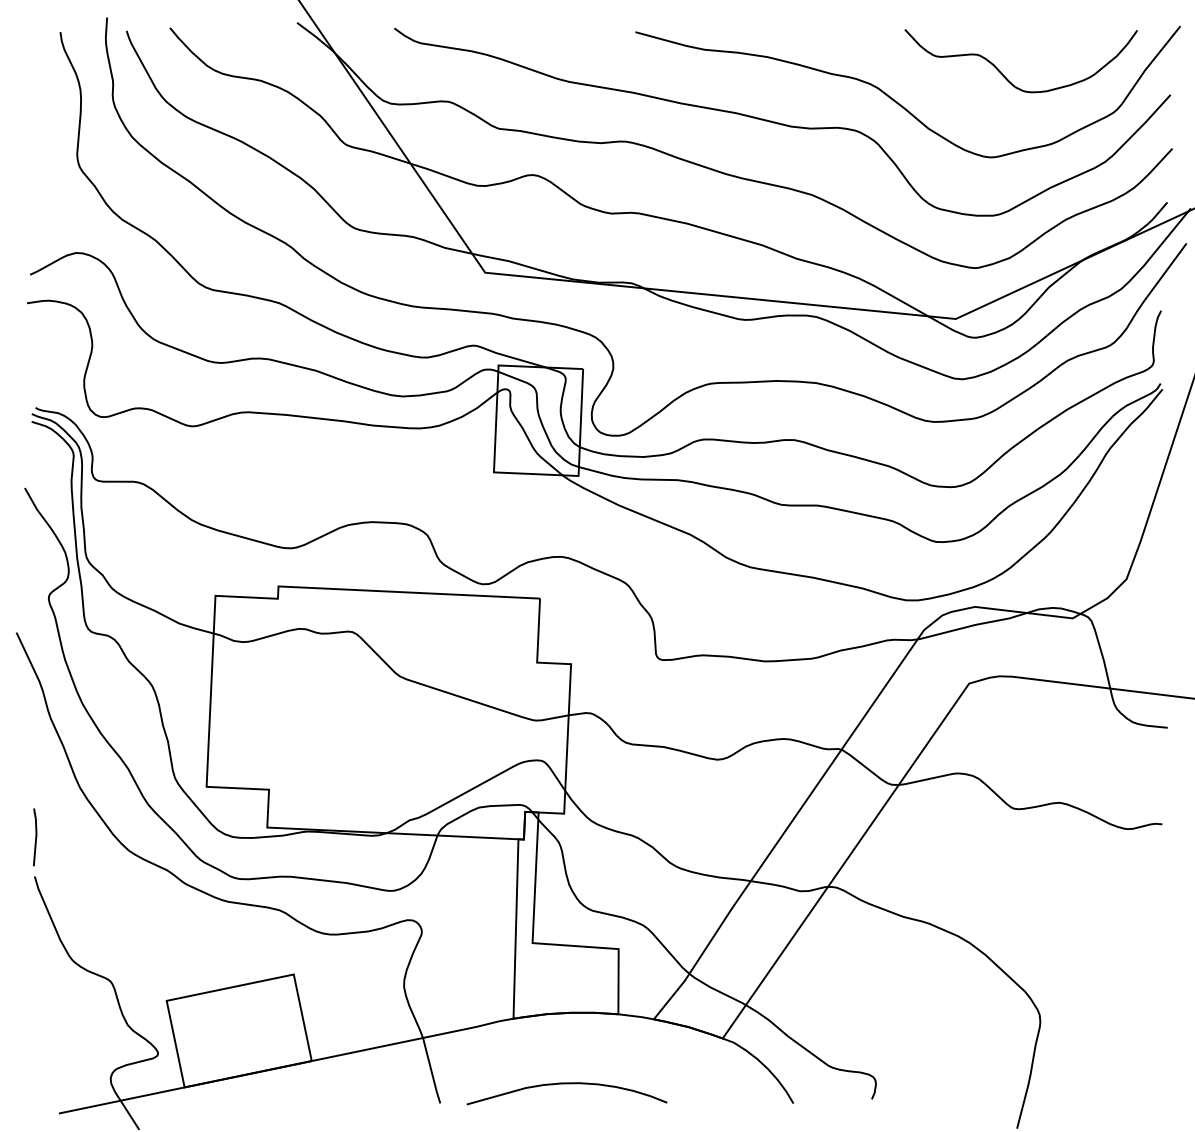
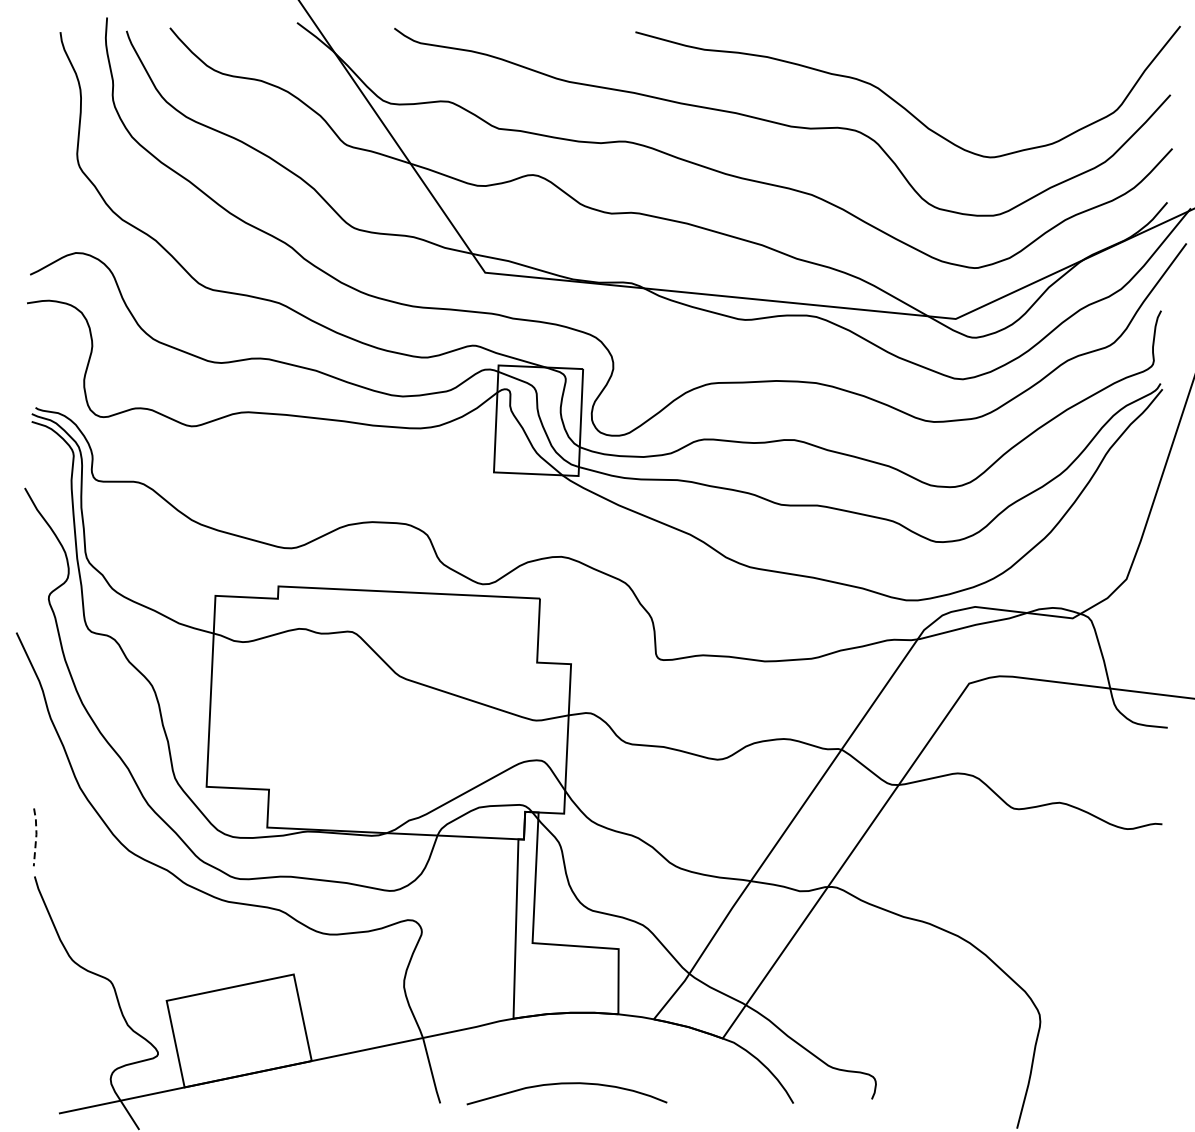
curve at (1005, 76): present -> none
line at (36, 836): solid -> dashed
